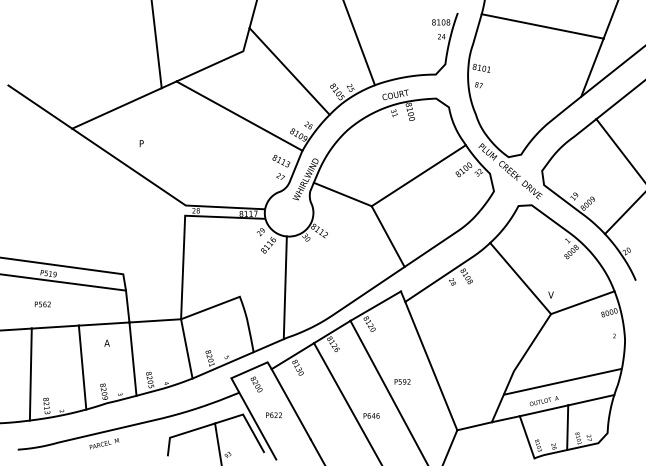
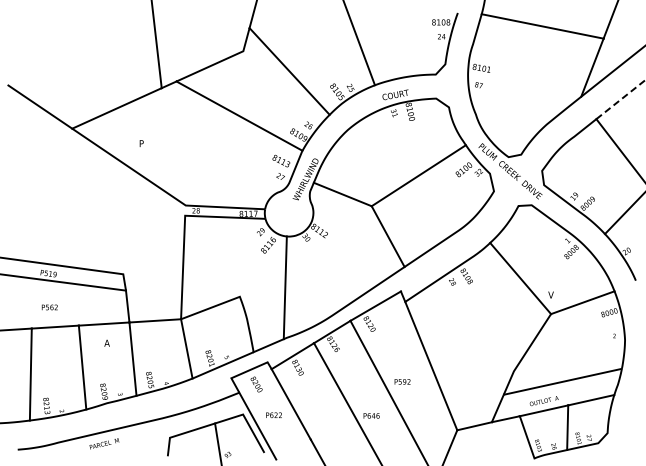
line at (621, 99): solid -> dashed
text at (42, 304) position: (42, 304) -> (49, 307)
